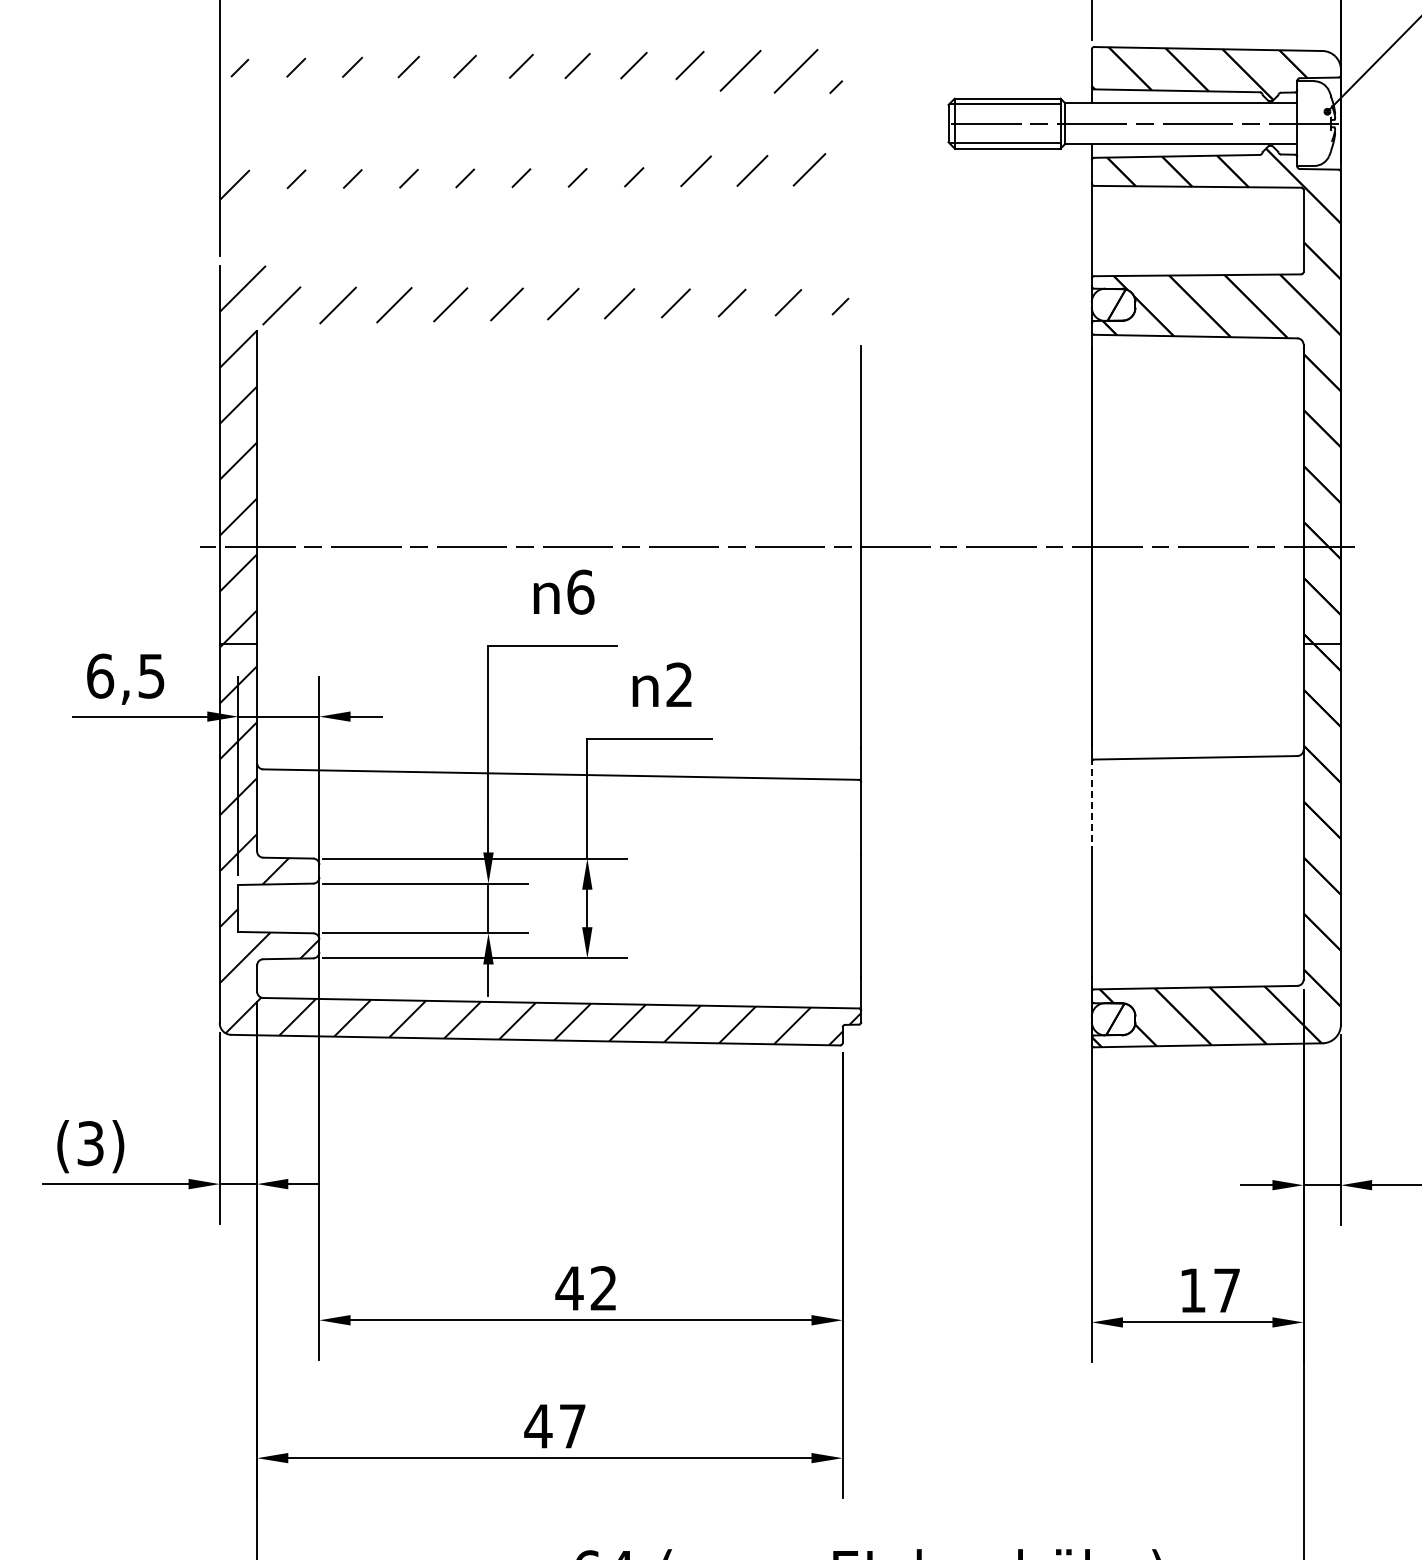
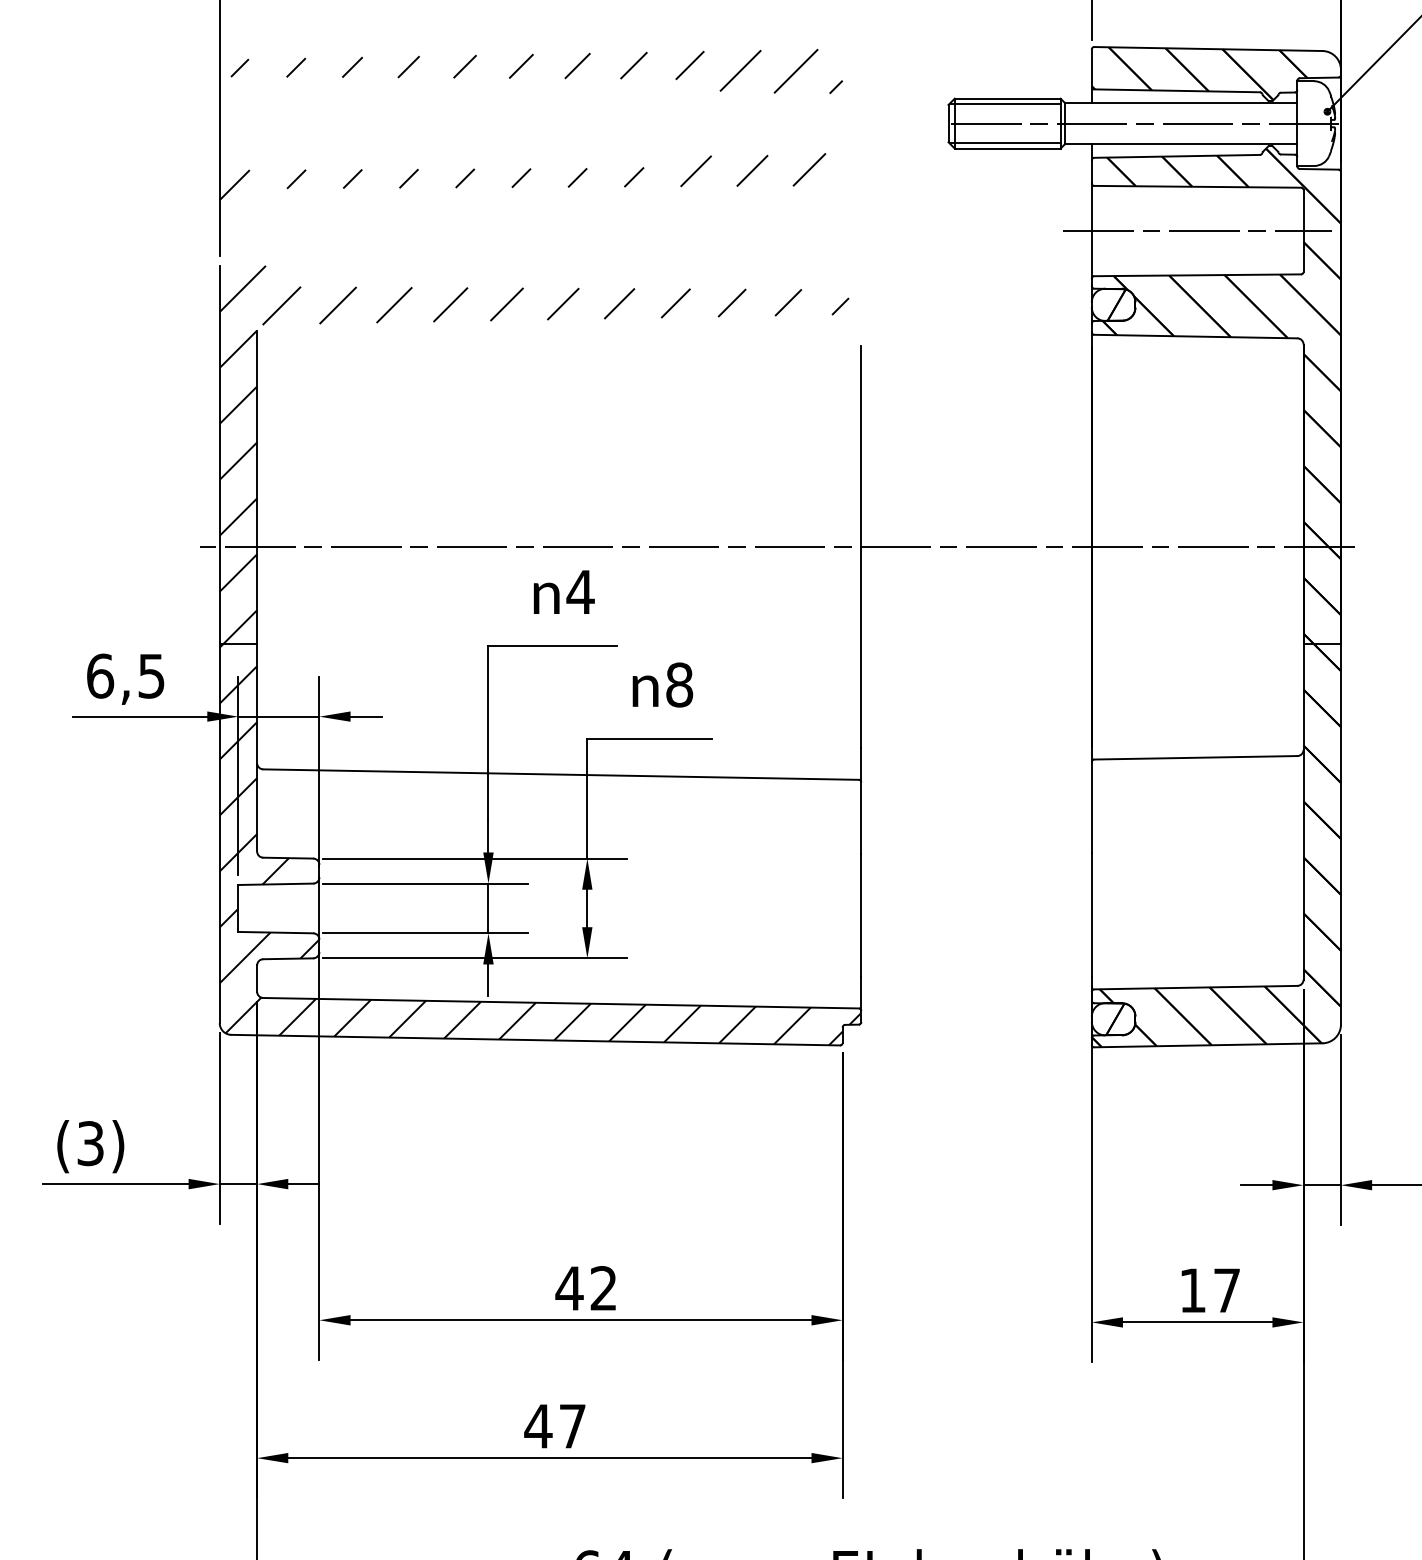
line at (1197, 231): none -> present
text at (580, 591): 6 -> 4
text at (679, 684): 2 -> 8
line at (1091, 807): dashed -> solid
